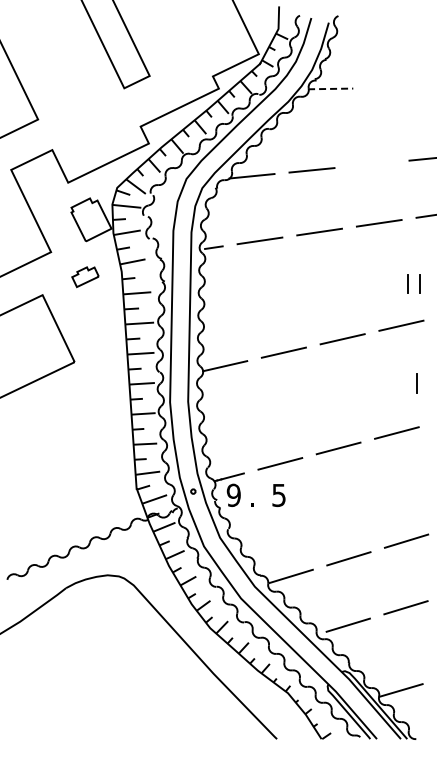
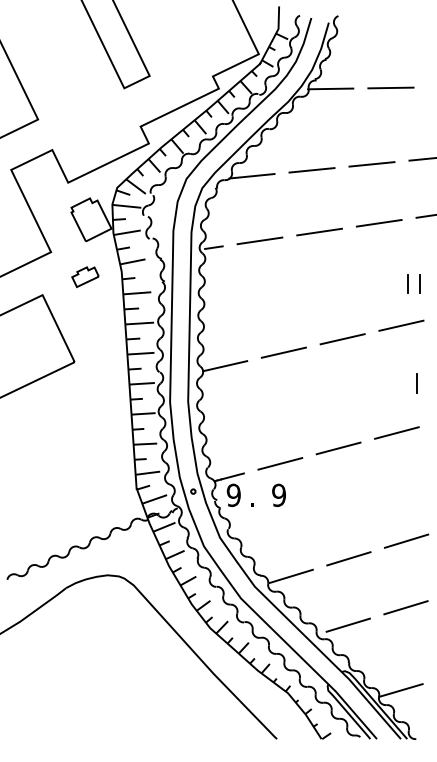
line at (390, 87): none -> present
line at (330, 88): dashed -> solid
line at (371, 164): none -> present
text at (278, 494): 5 -> 9
